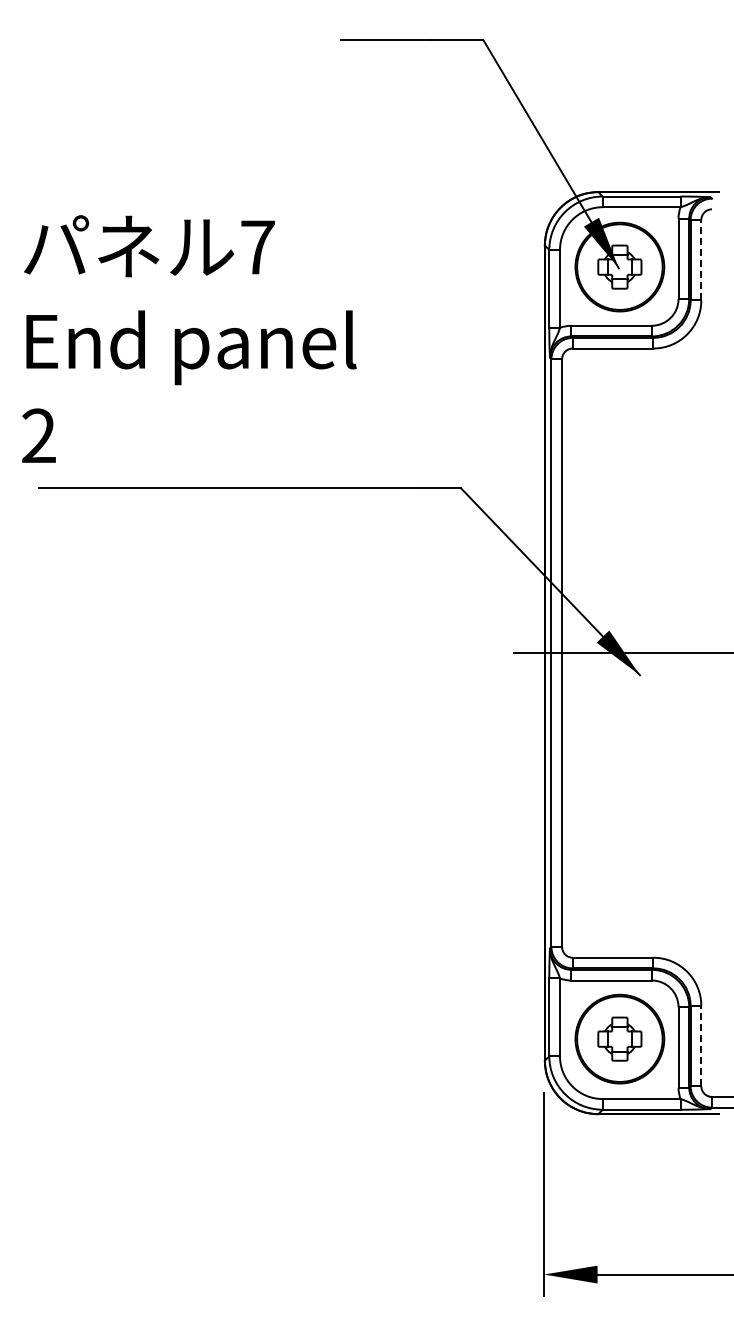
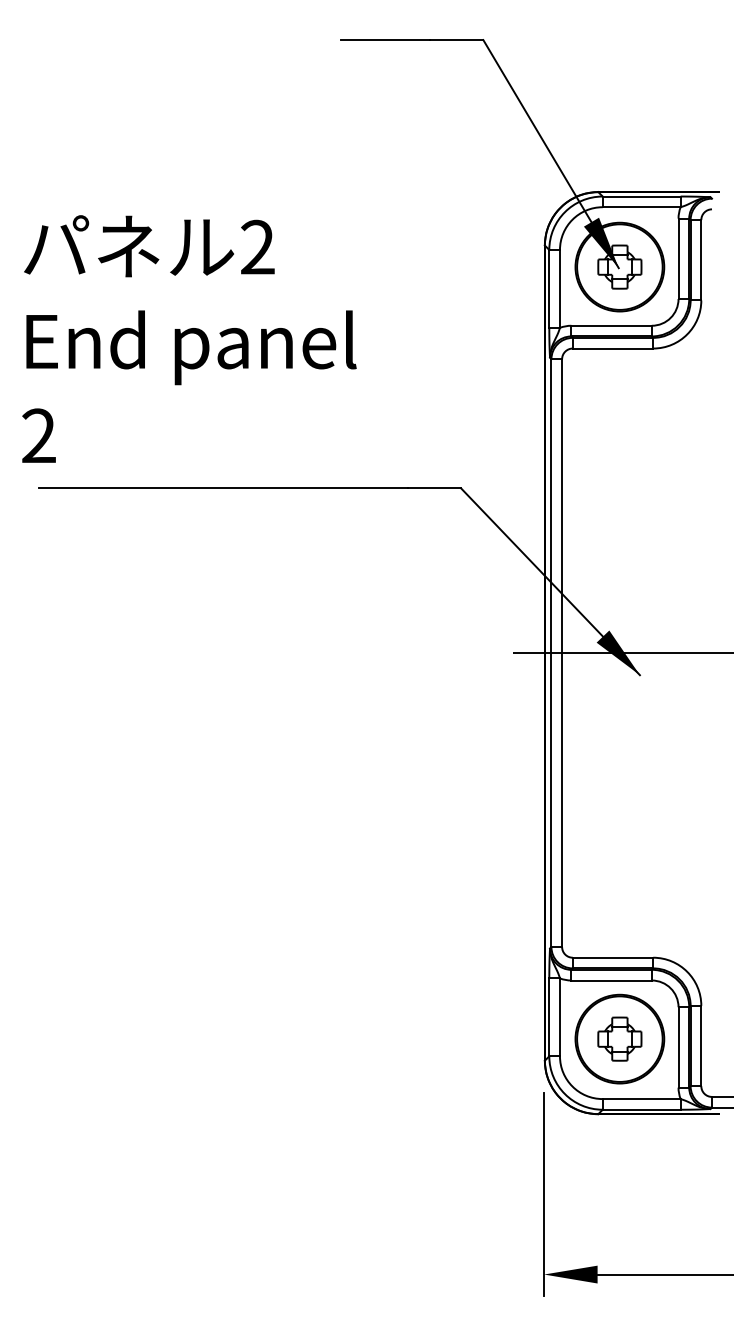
text at (257, 246): 7 -> 2
line at (701, 259): dashed -> solid
line at (701, 1045): dashed -> solid
